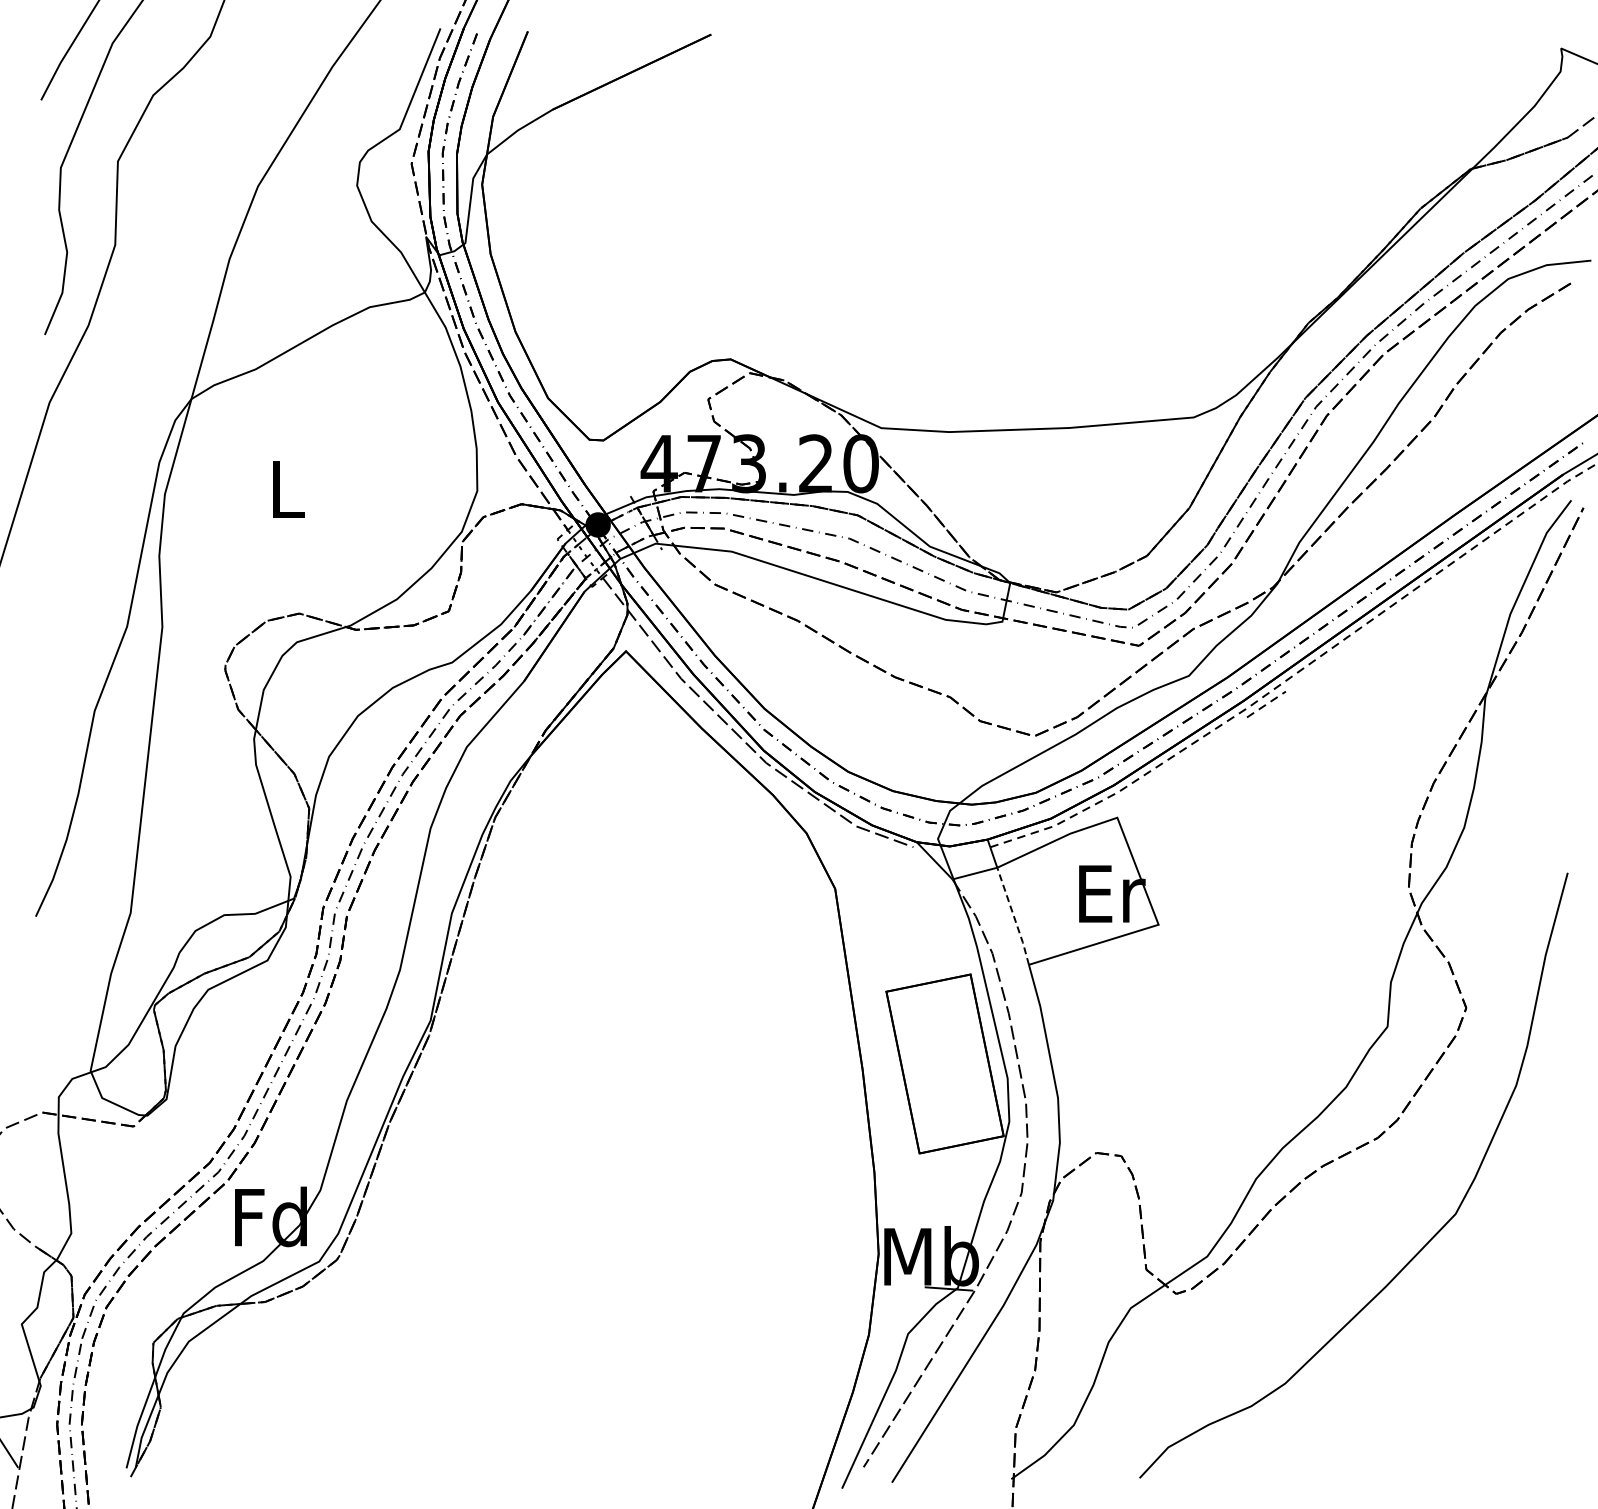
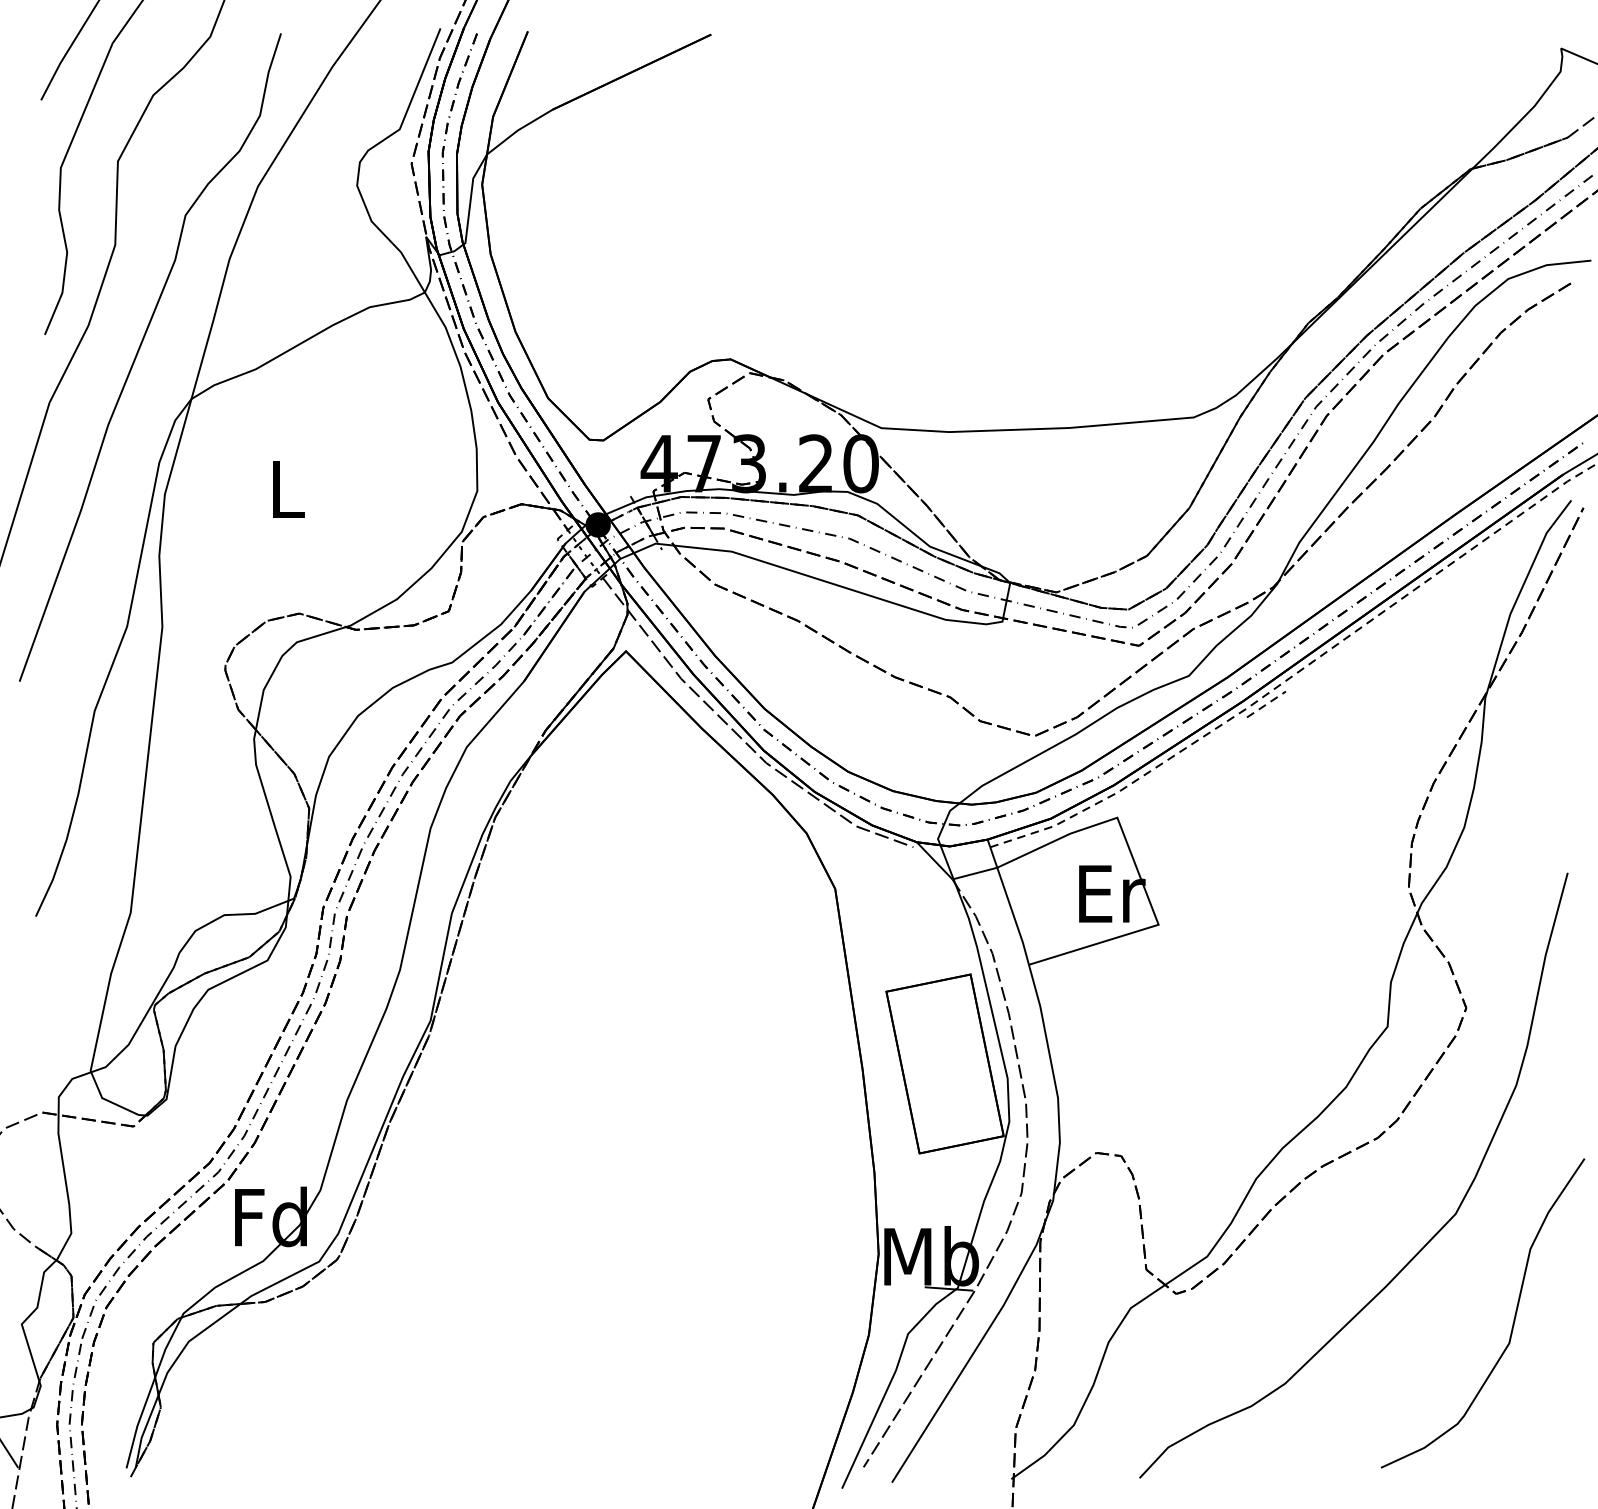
curve at (139, 351): none -> present
line at (1013, 916): dashed -> solid
curve at (1513, 1319): none -> present
